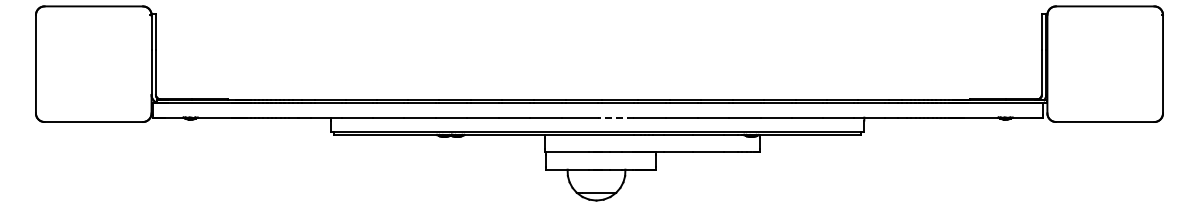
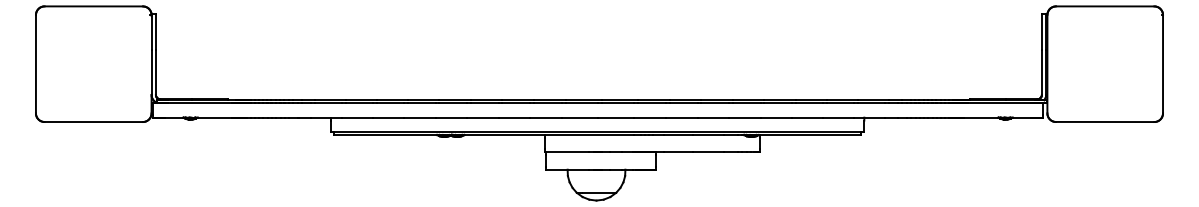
line at (615, 117): dashed -> solid
